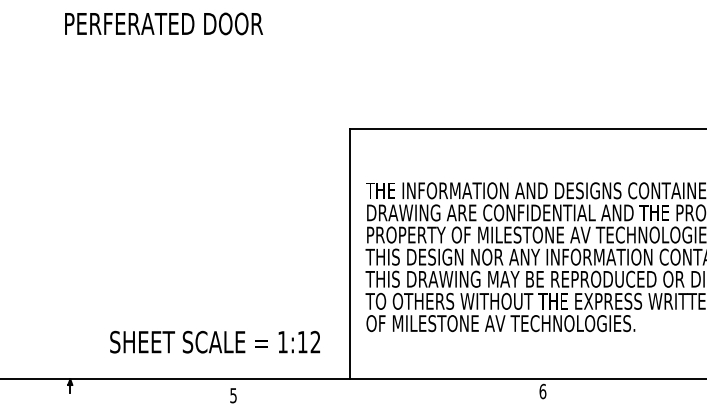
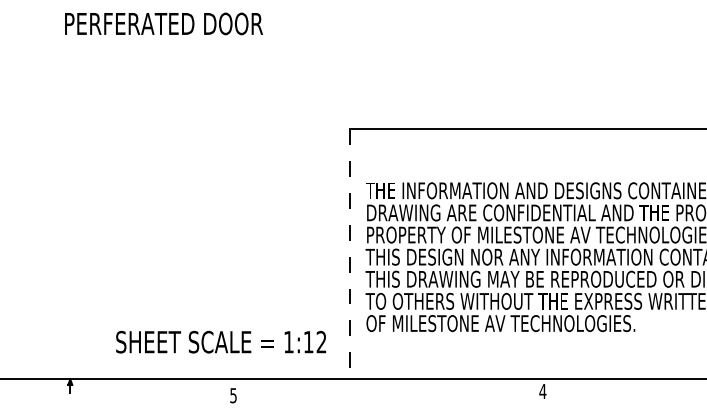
line at (349, 254): solid -> dashed
text at (214, 341) position: (214, 341) -> (220, 341)
text at (542, 391): 6 -> 4
